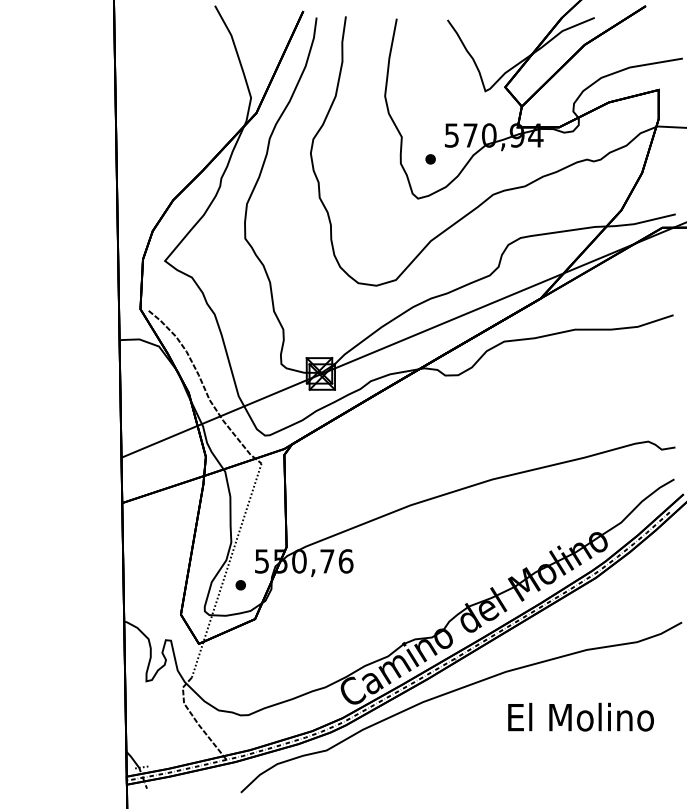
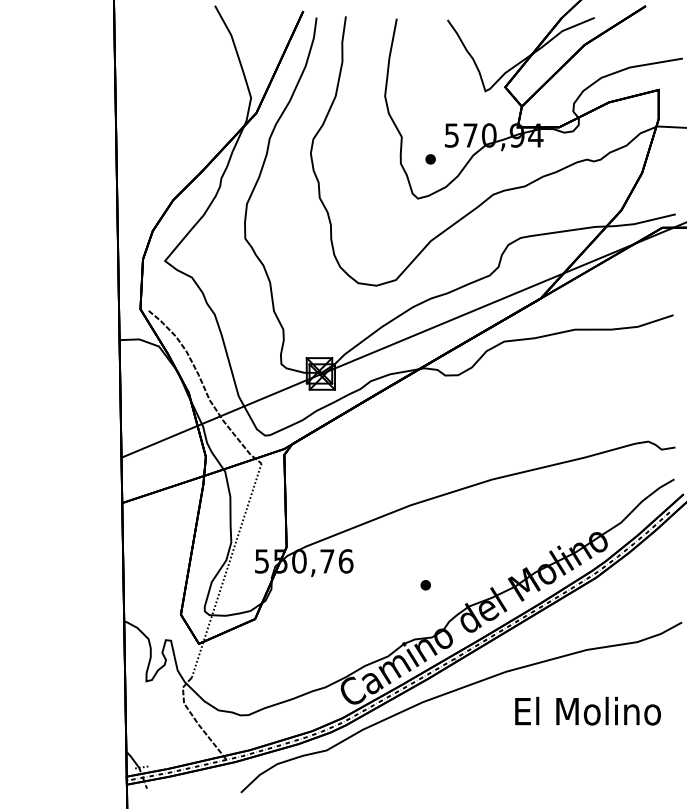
part at (240, 585) position: (240, 585) -> (425, 585)
text at (580, 716) position: (580, 716) -> (587, 710)
